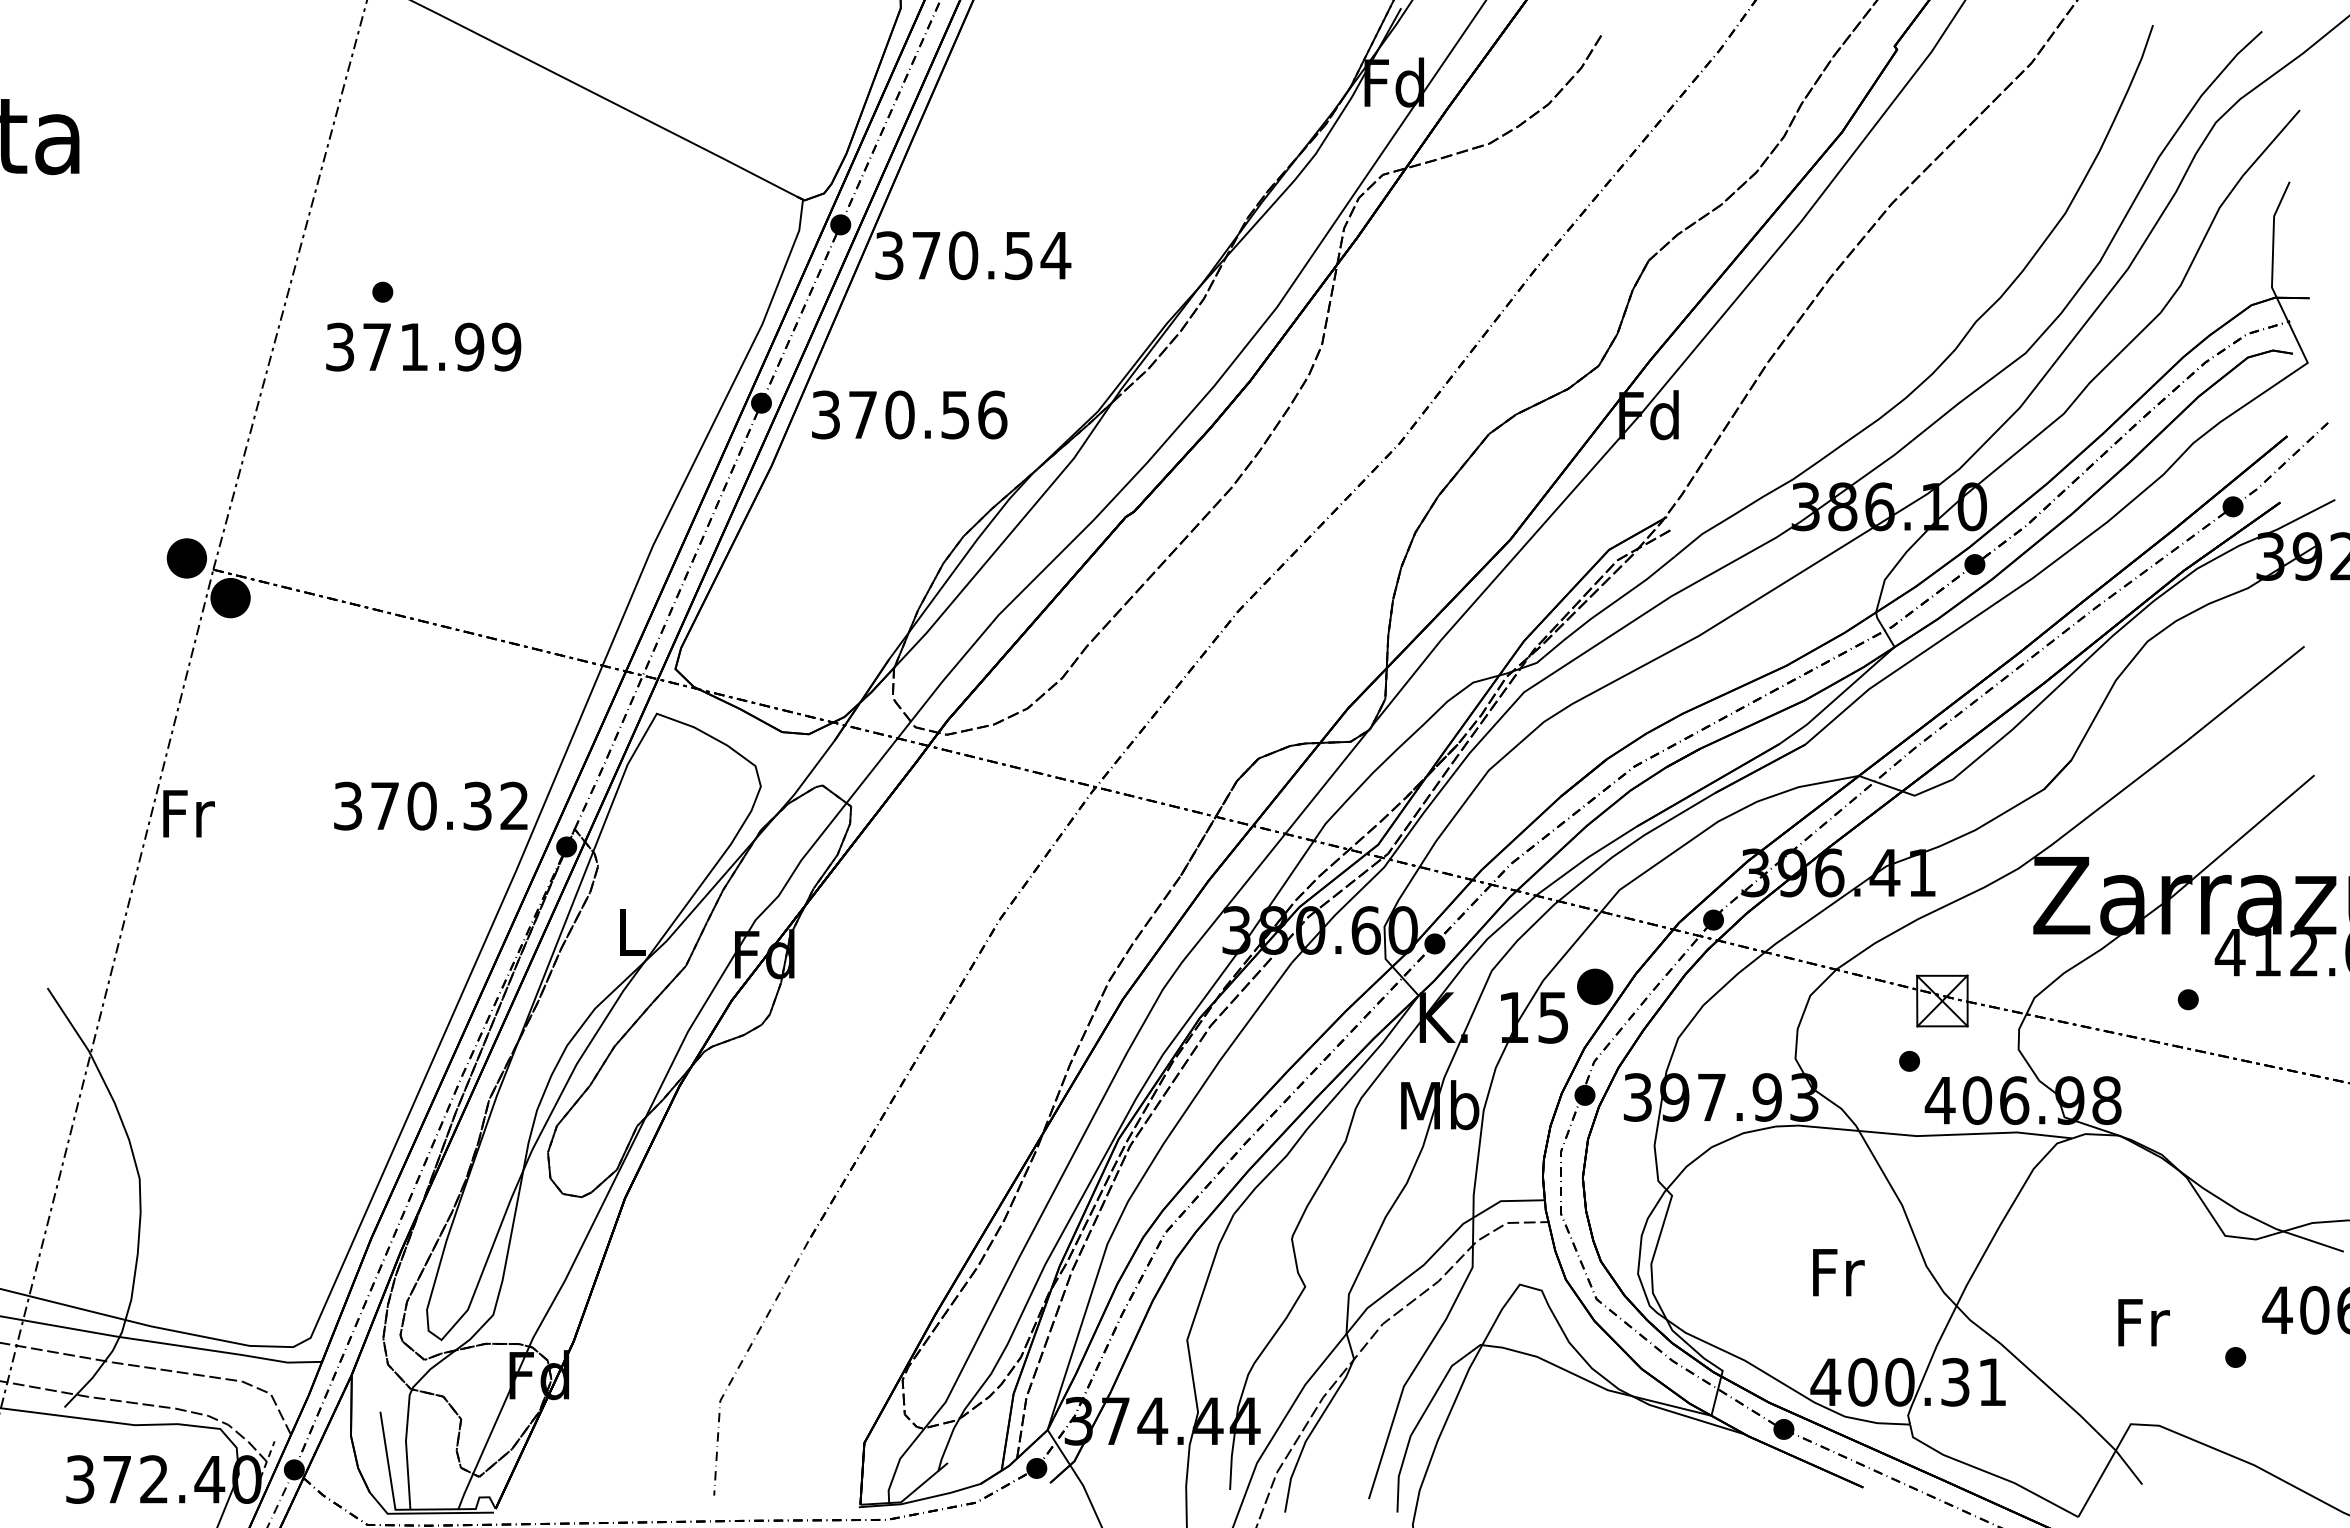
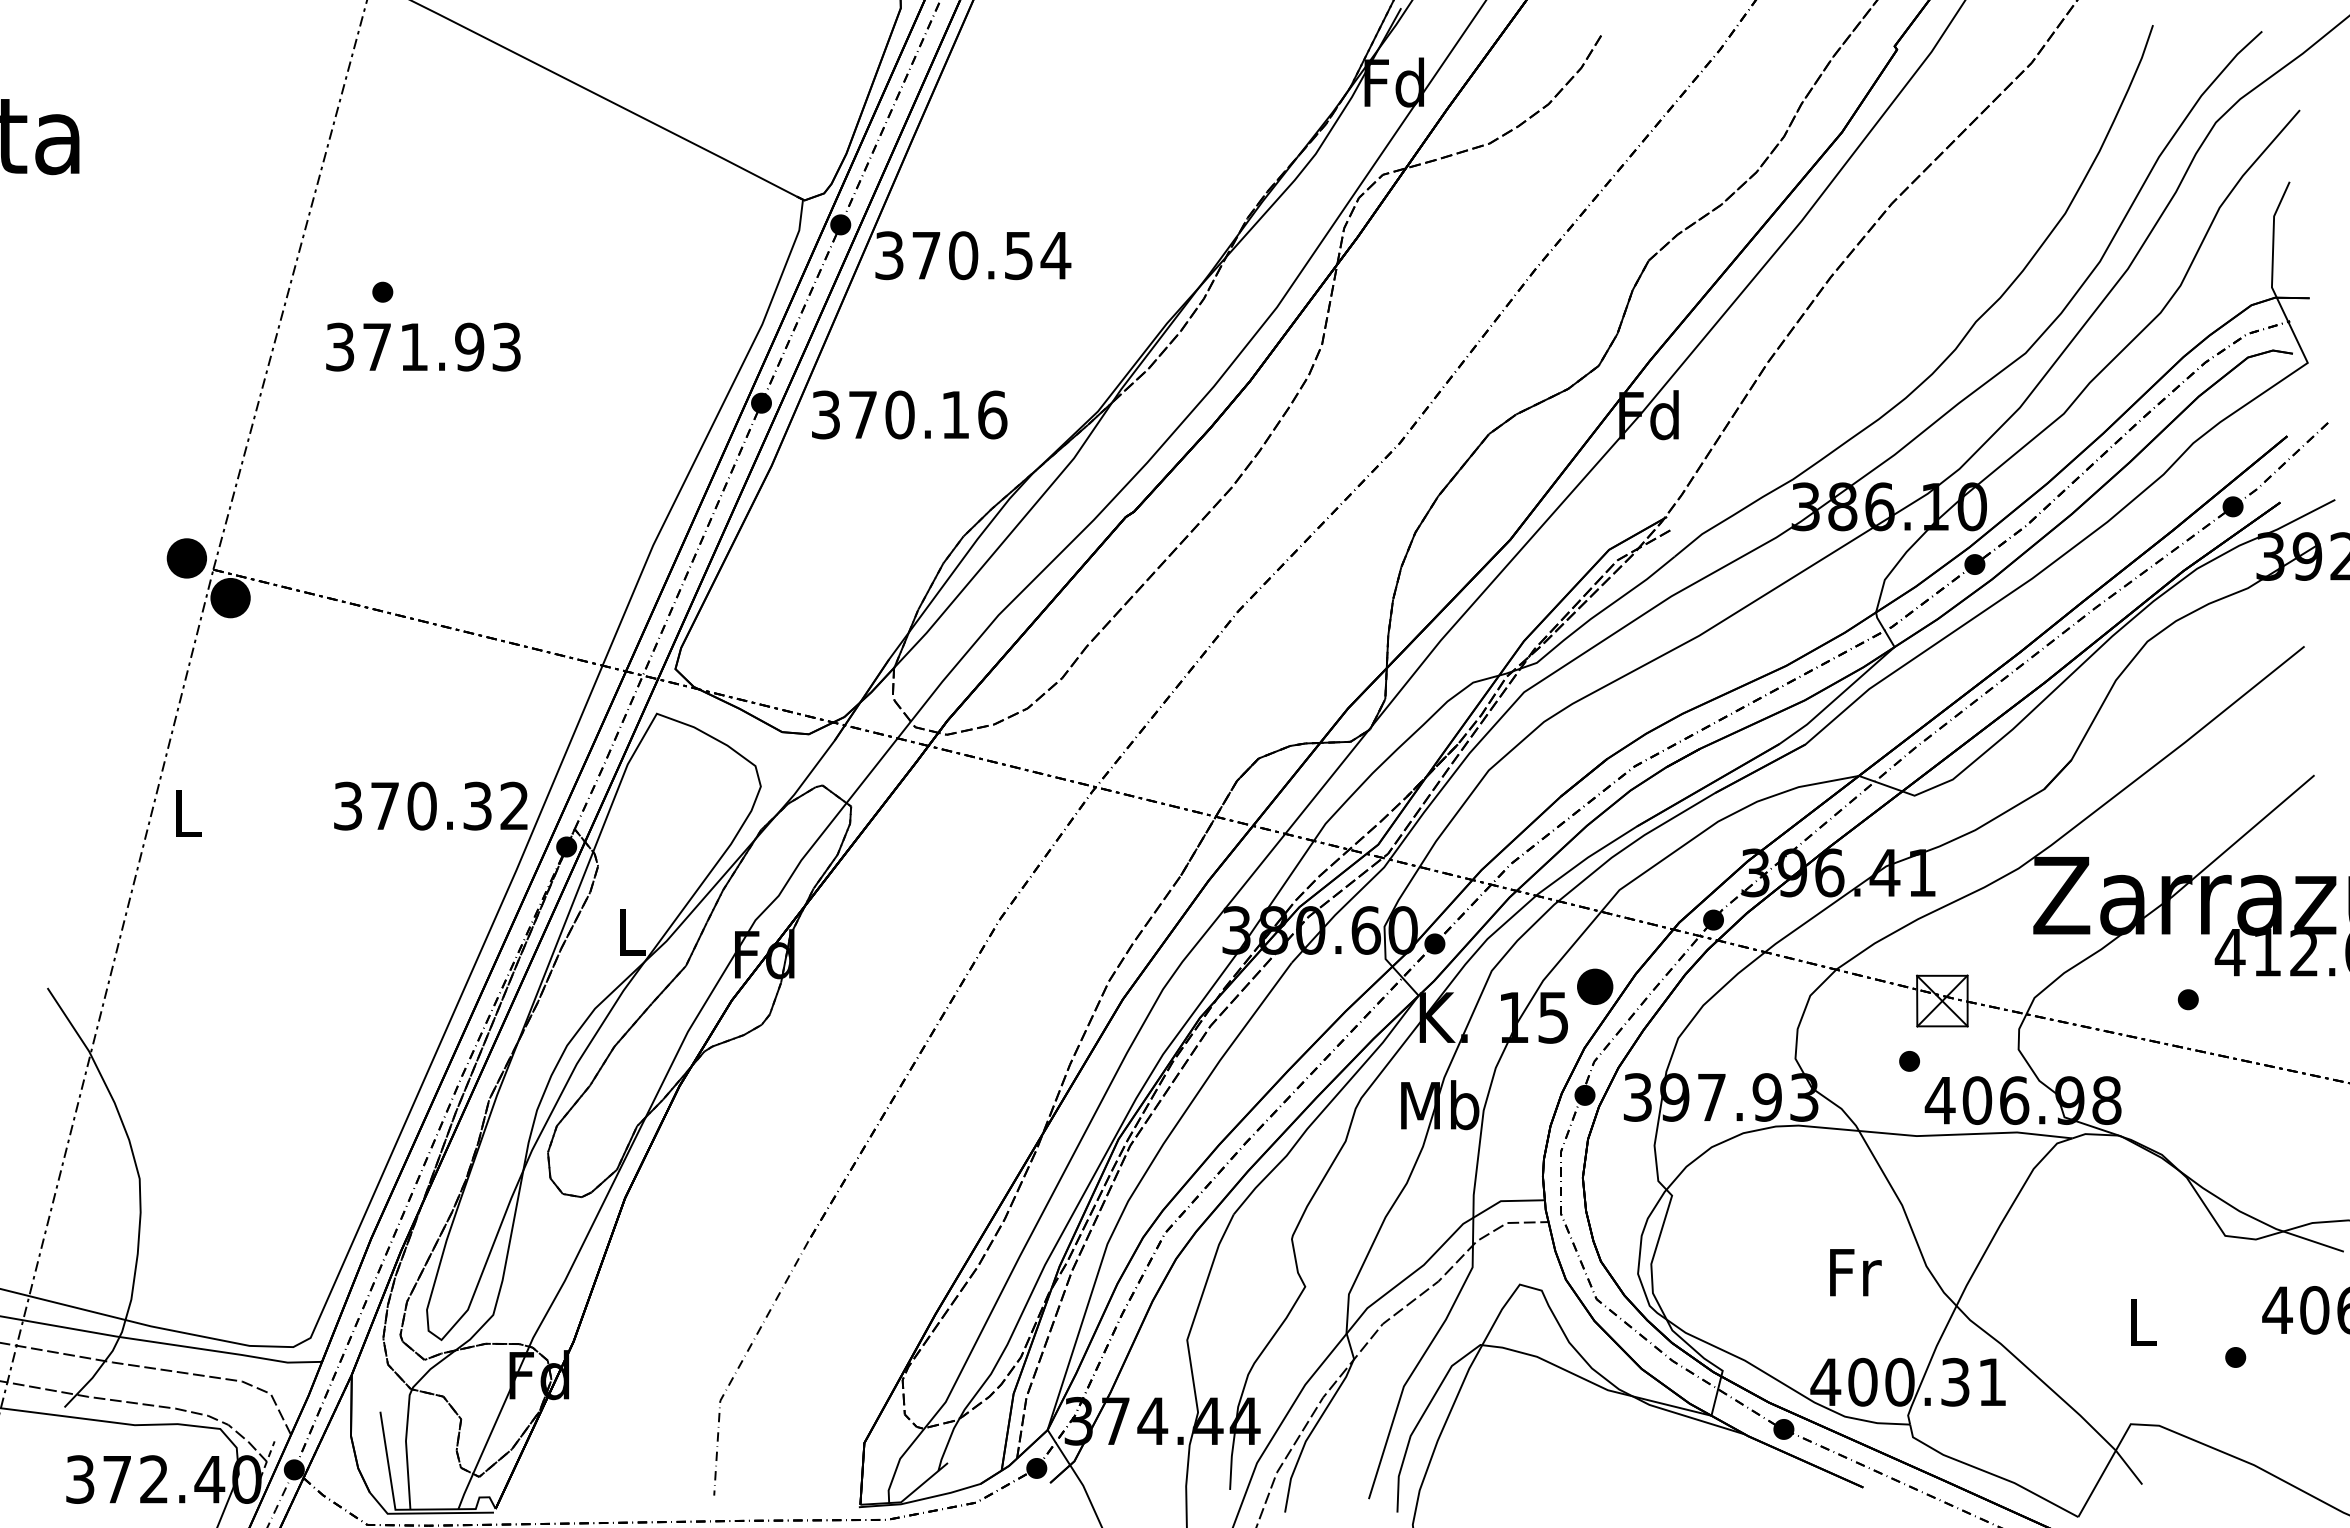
text at (506, 346): 371.99 -> 371.93
text at (955, 415): 370.56 -> 370.16
text at (188, 813): Fr -> L
text at (1838, 1272) position: (1838, 1272) -> (1855, 1272)
text at (2143, 1322): Fr -> L
